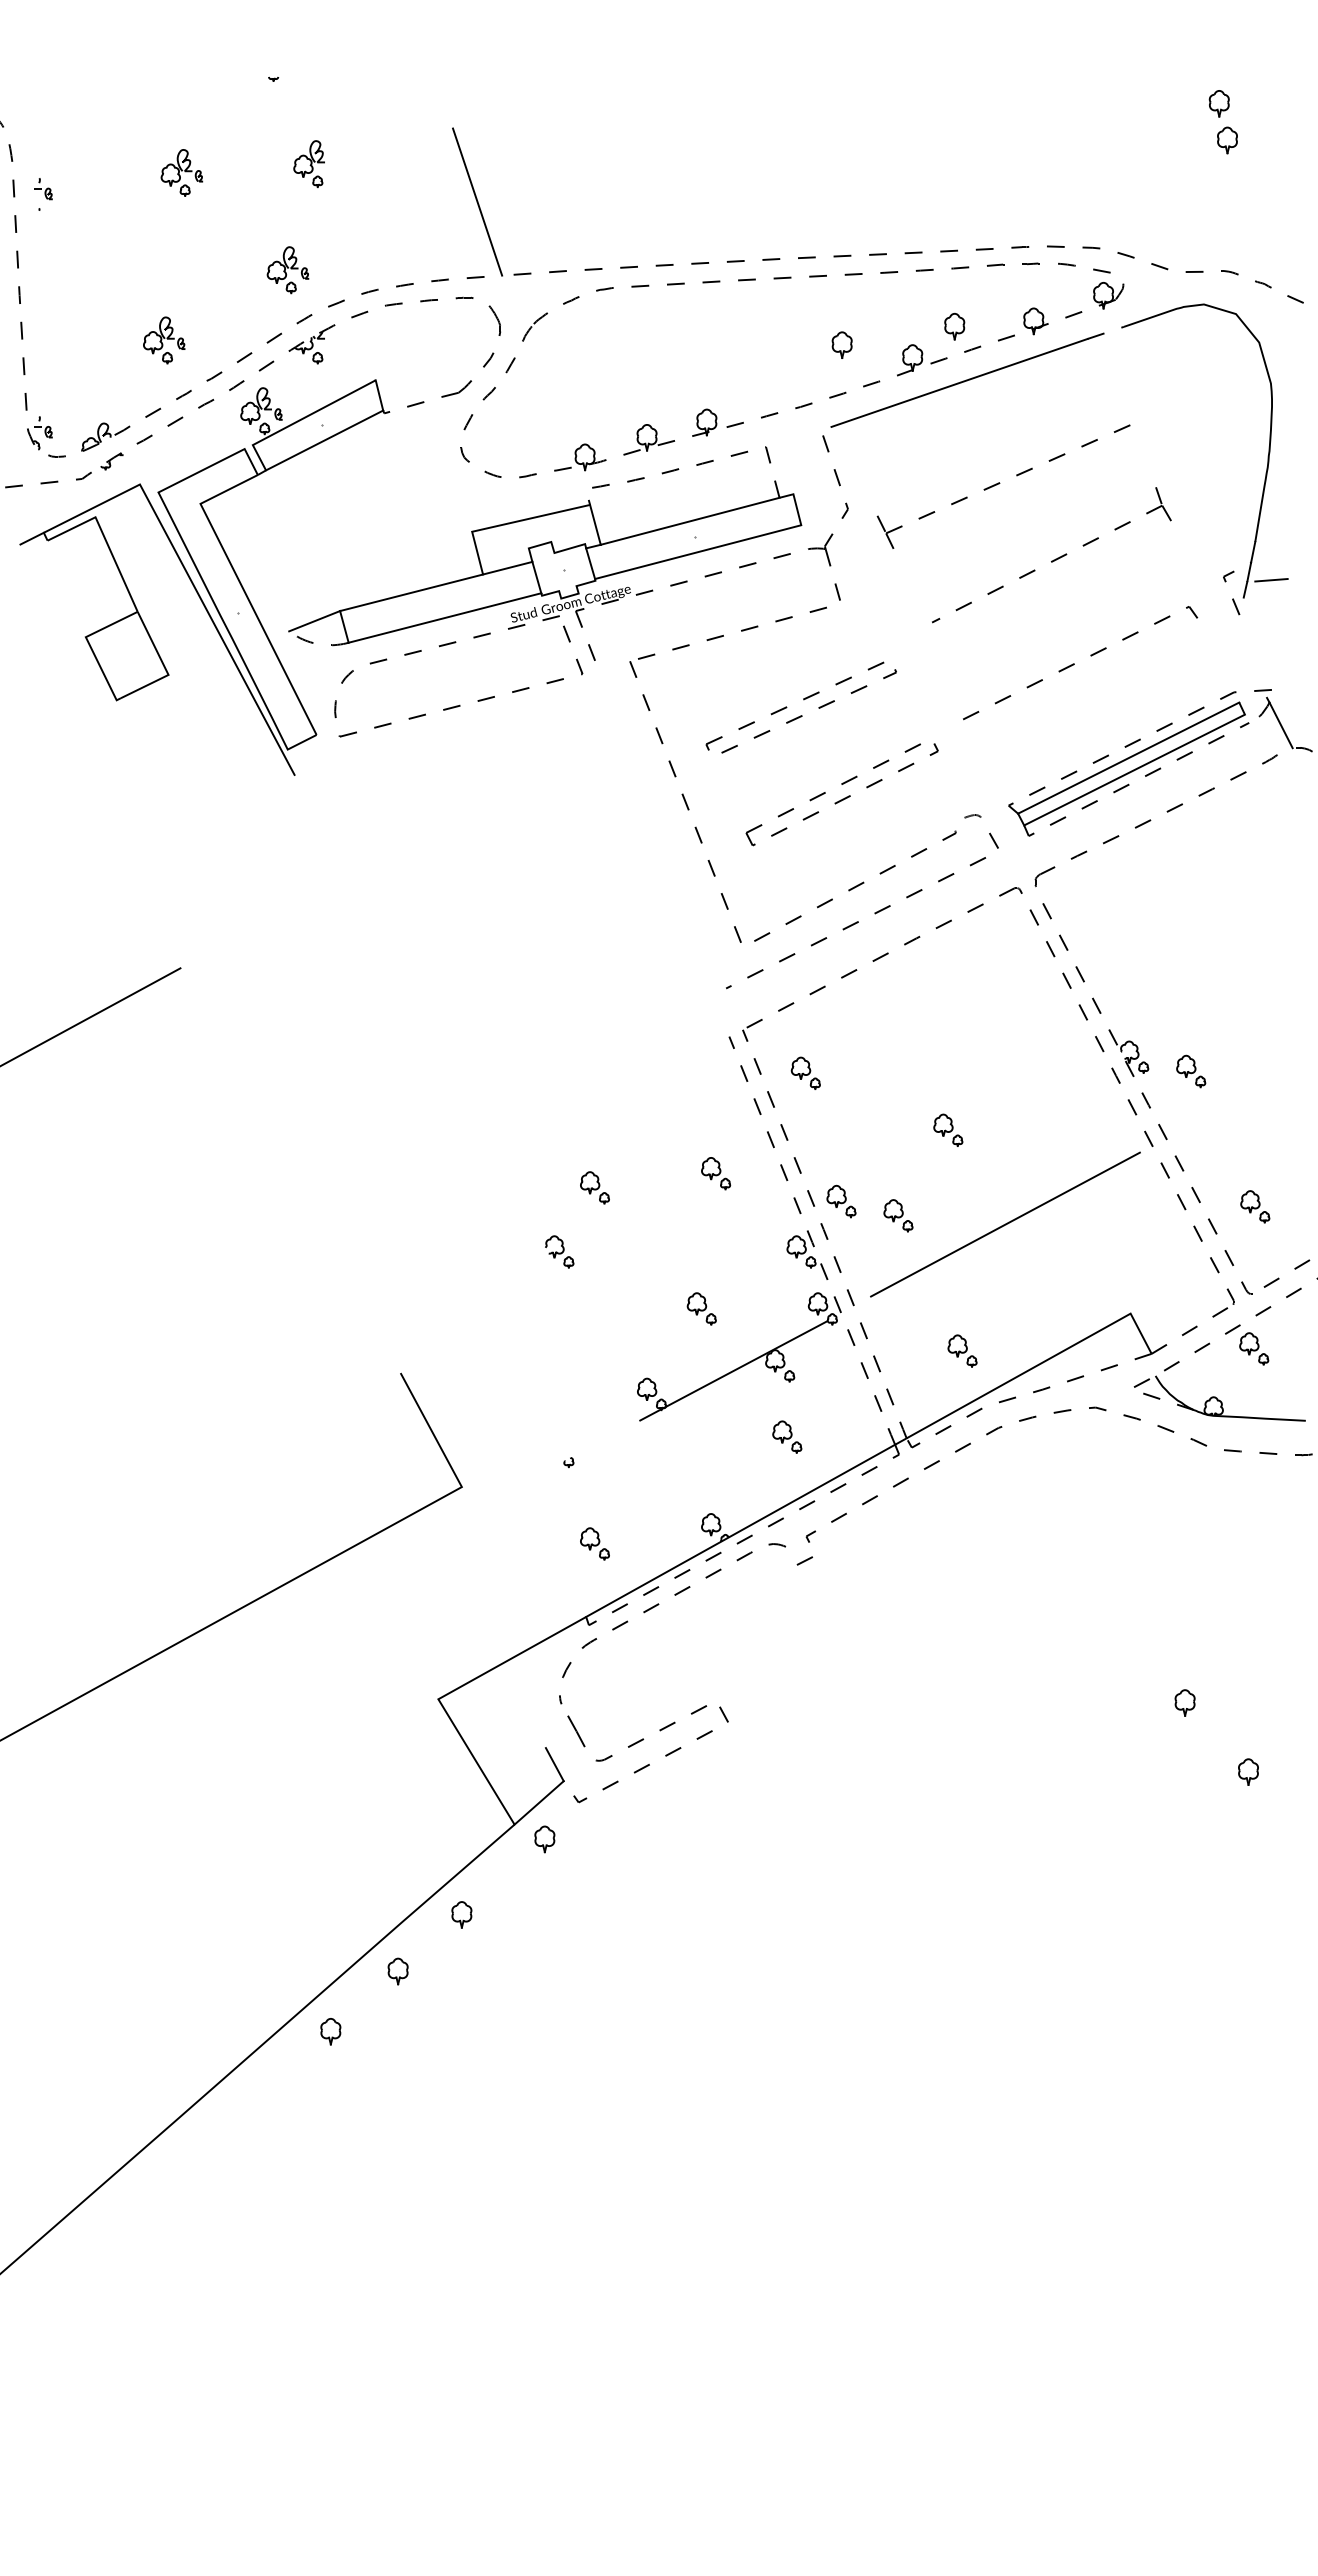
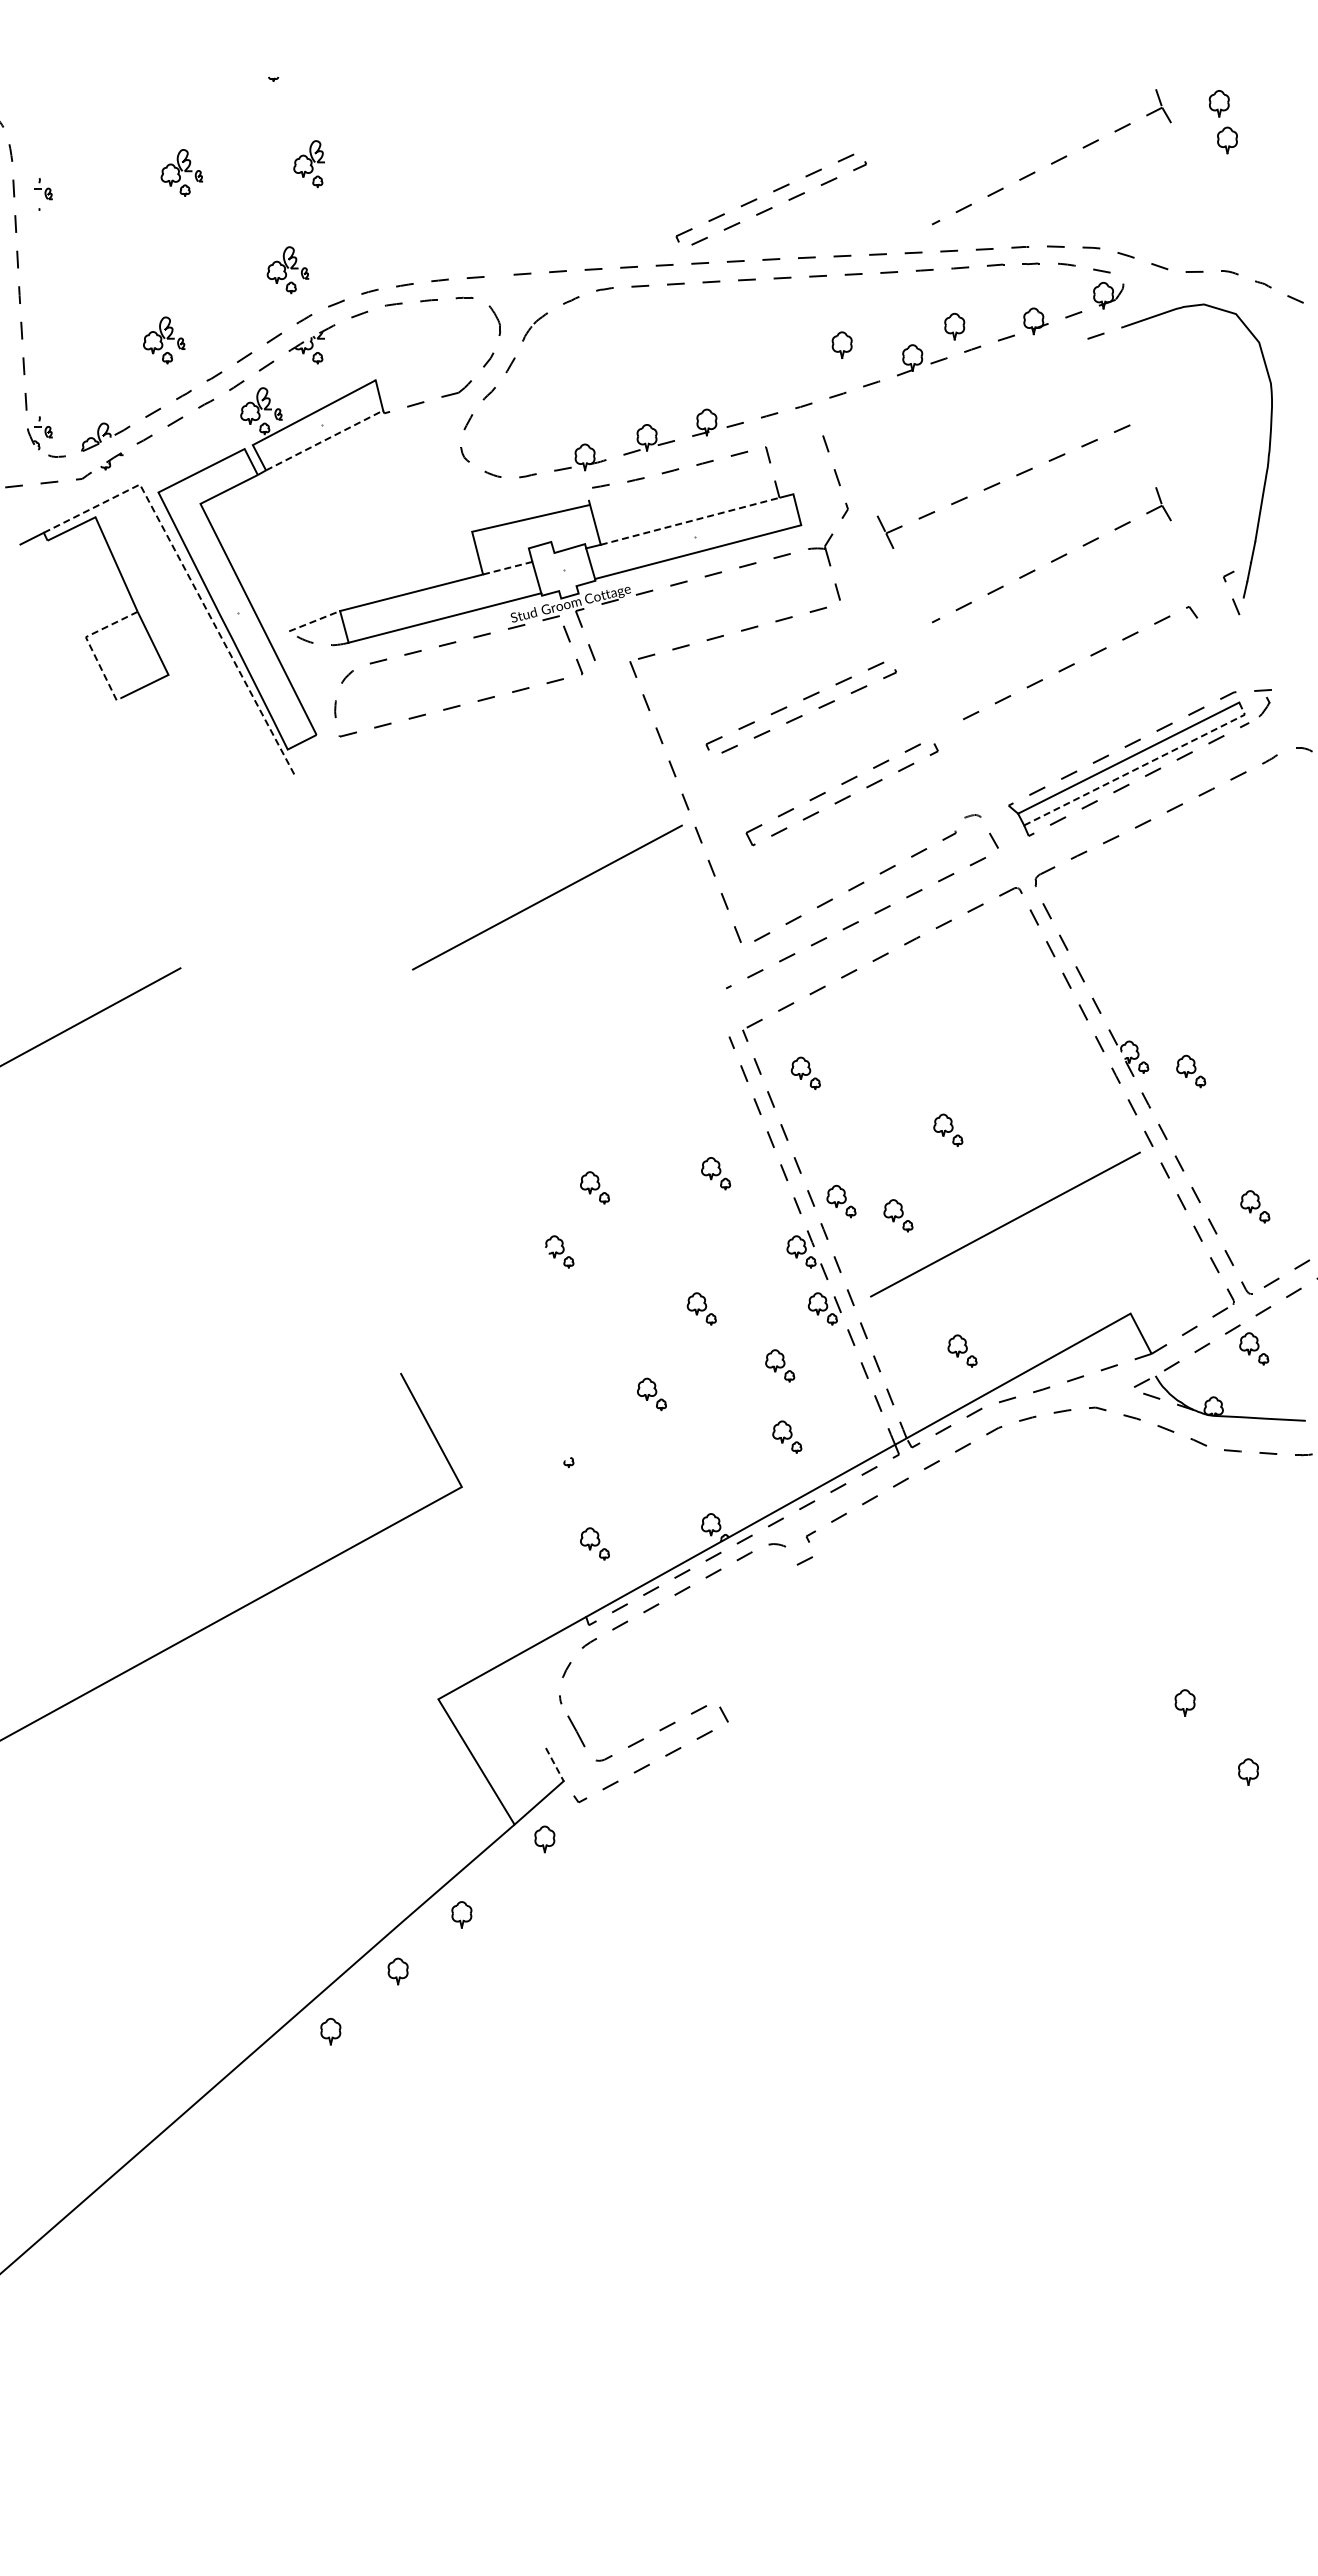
part at (1051, 157): none -> present
part at (773, 192): none -> present
line at (477, 201): present -> none
line at (959, 382): present -> none
line at (324, 440): solid -> dashed
line at (690, 521): solid -> dashed
line at (508, 568): solid -> dashed
line at (1271, 580): present -> none
line at (192, 582): solid -> dashed
line at (315, 621): solid -> dashed
line at (89, 645): solid -> dashed
line at (1280, 725): present -> none
line at (1141, 766): solid -> dashed
line at (547, 897): none -> present
line at (733, 1370): present -> none
line at (554, 1764): solid -> dashed
